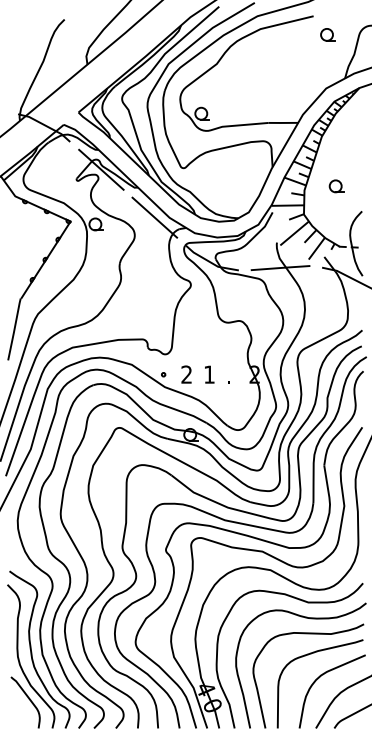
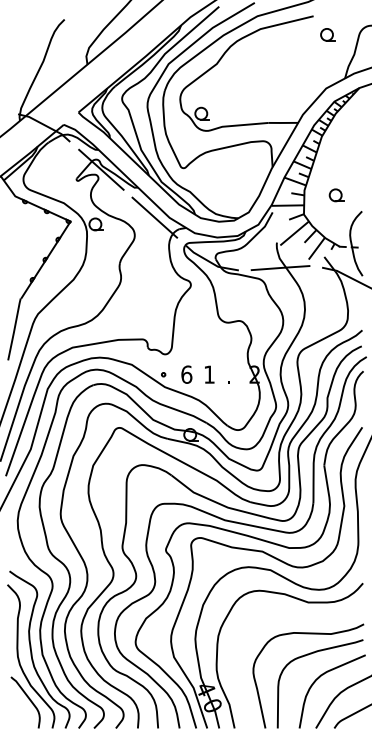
part at (336, 186) position: (336, 186) -> (336, 195)
text at (186, 374): 2 -> 6
curve at (310, 619): present -> none
